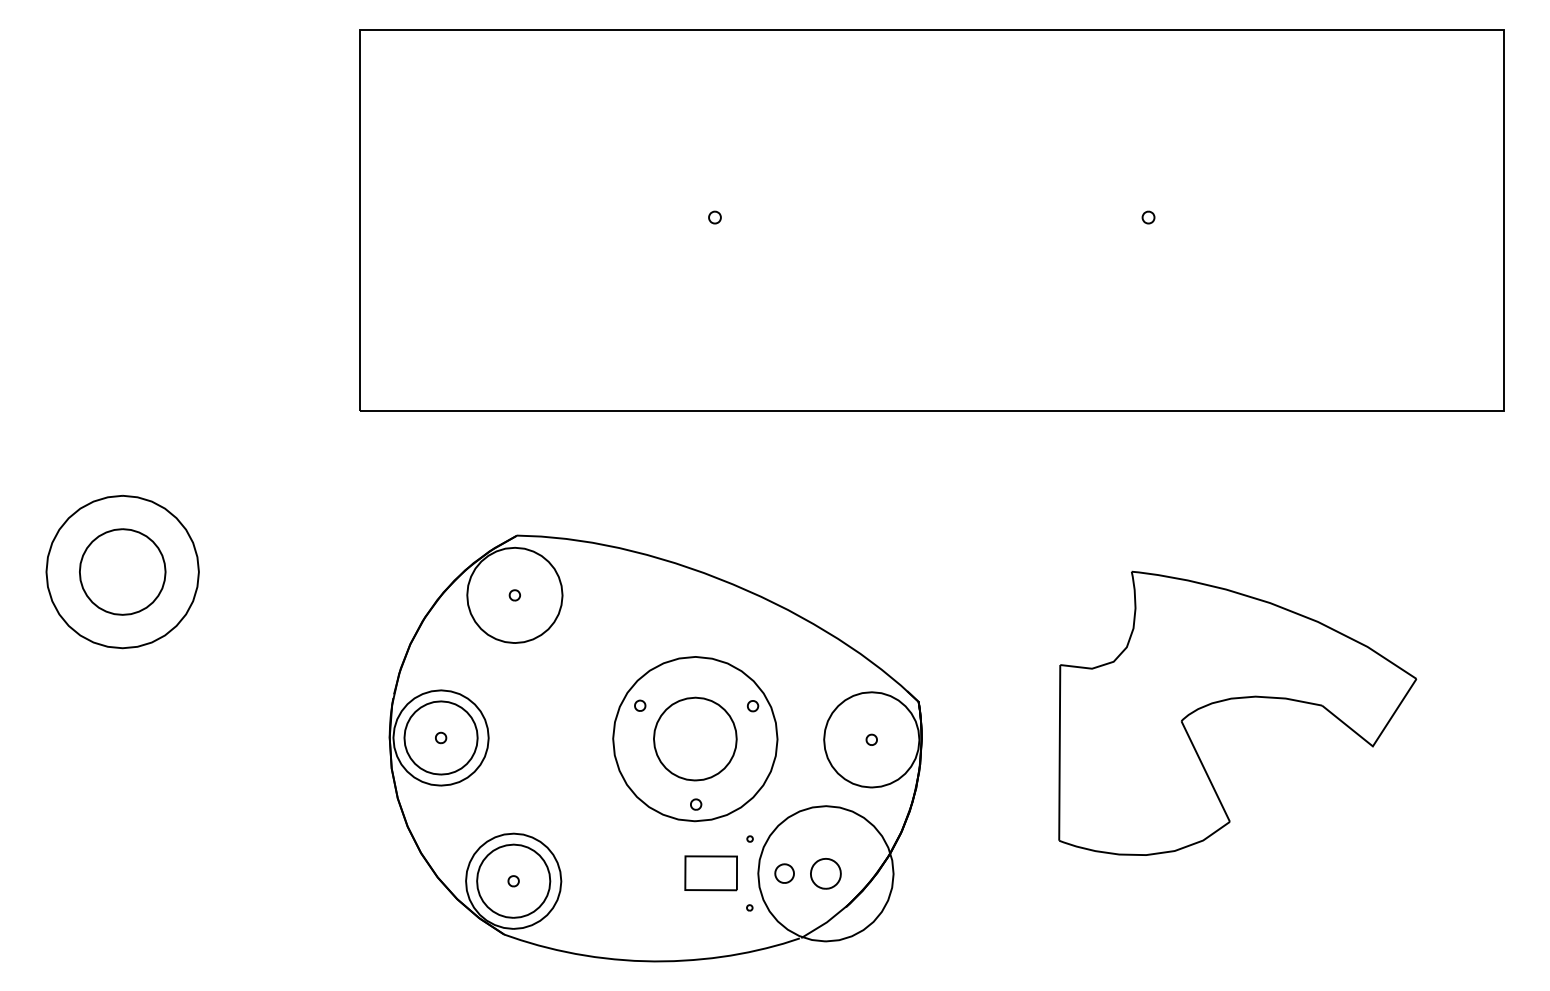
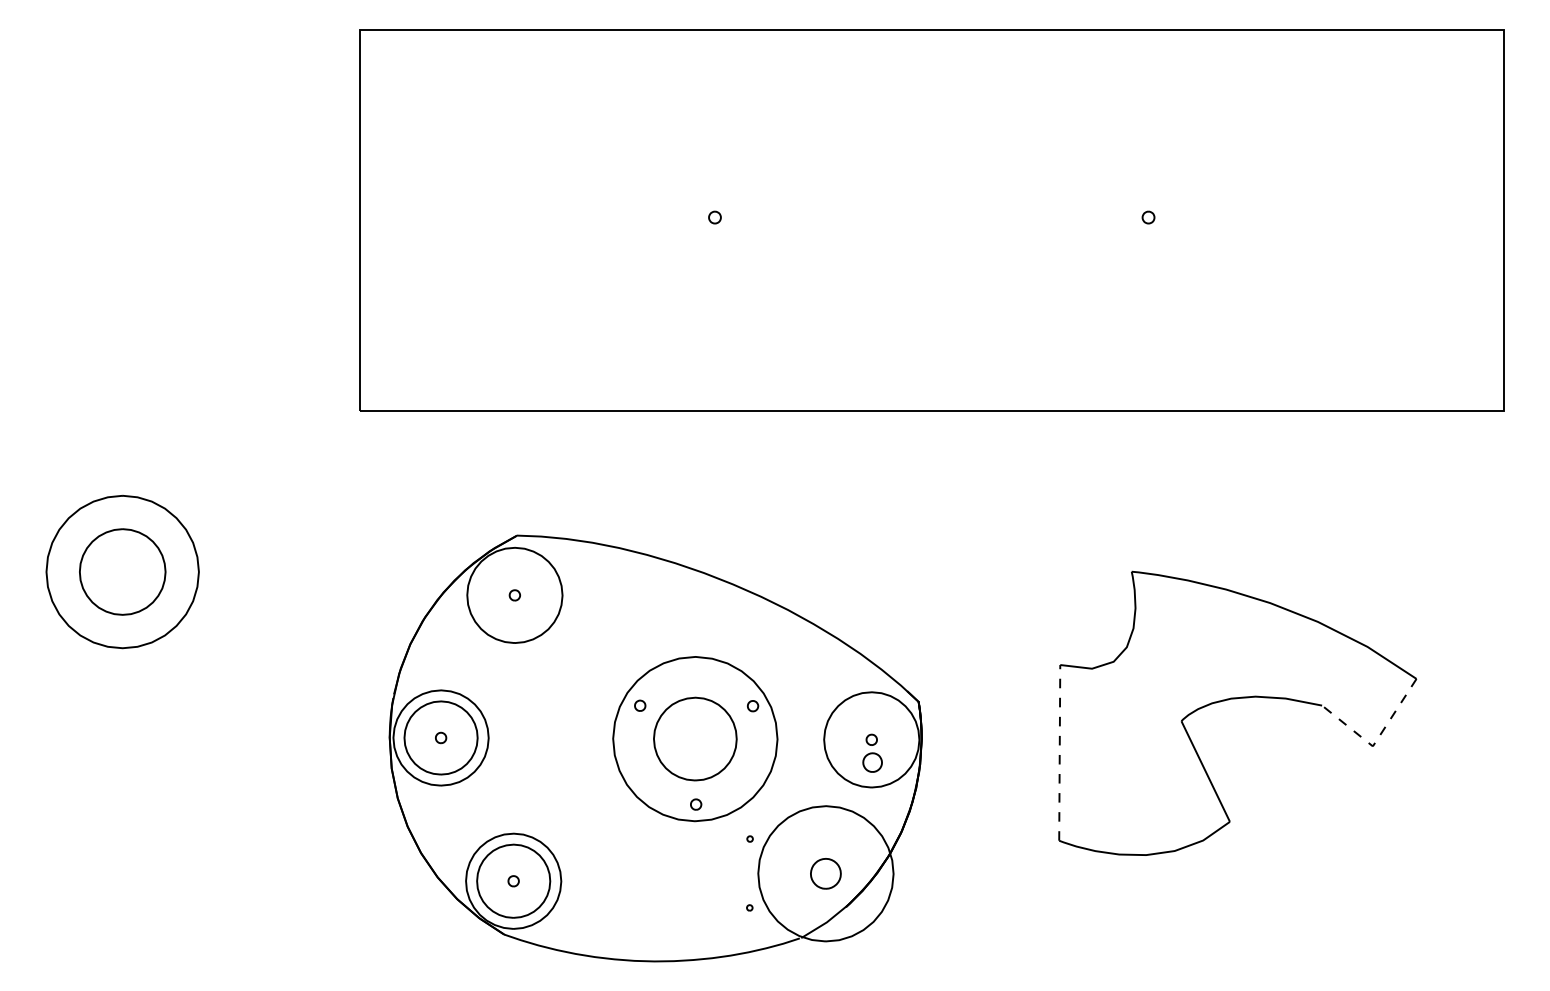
line at (1376, 740): solid -> dashed
line at (1059, 752): solid -> dashed
part at (710, 873): present -> none
part at (784, 873) position: (784, 873) -> (872, 762)
